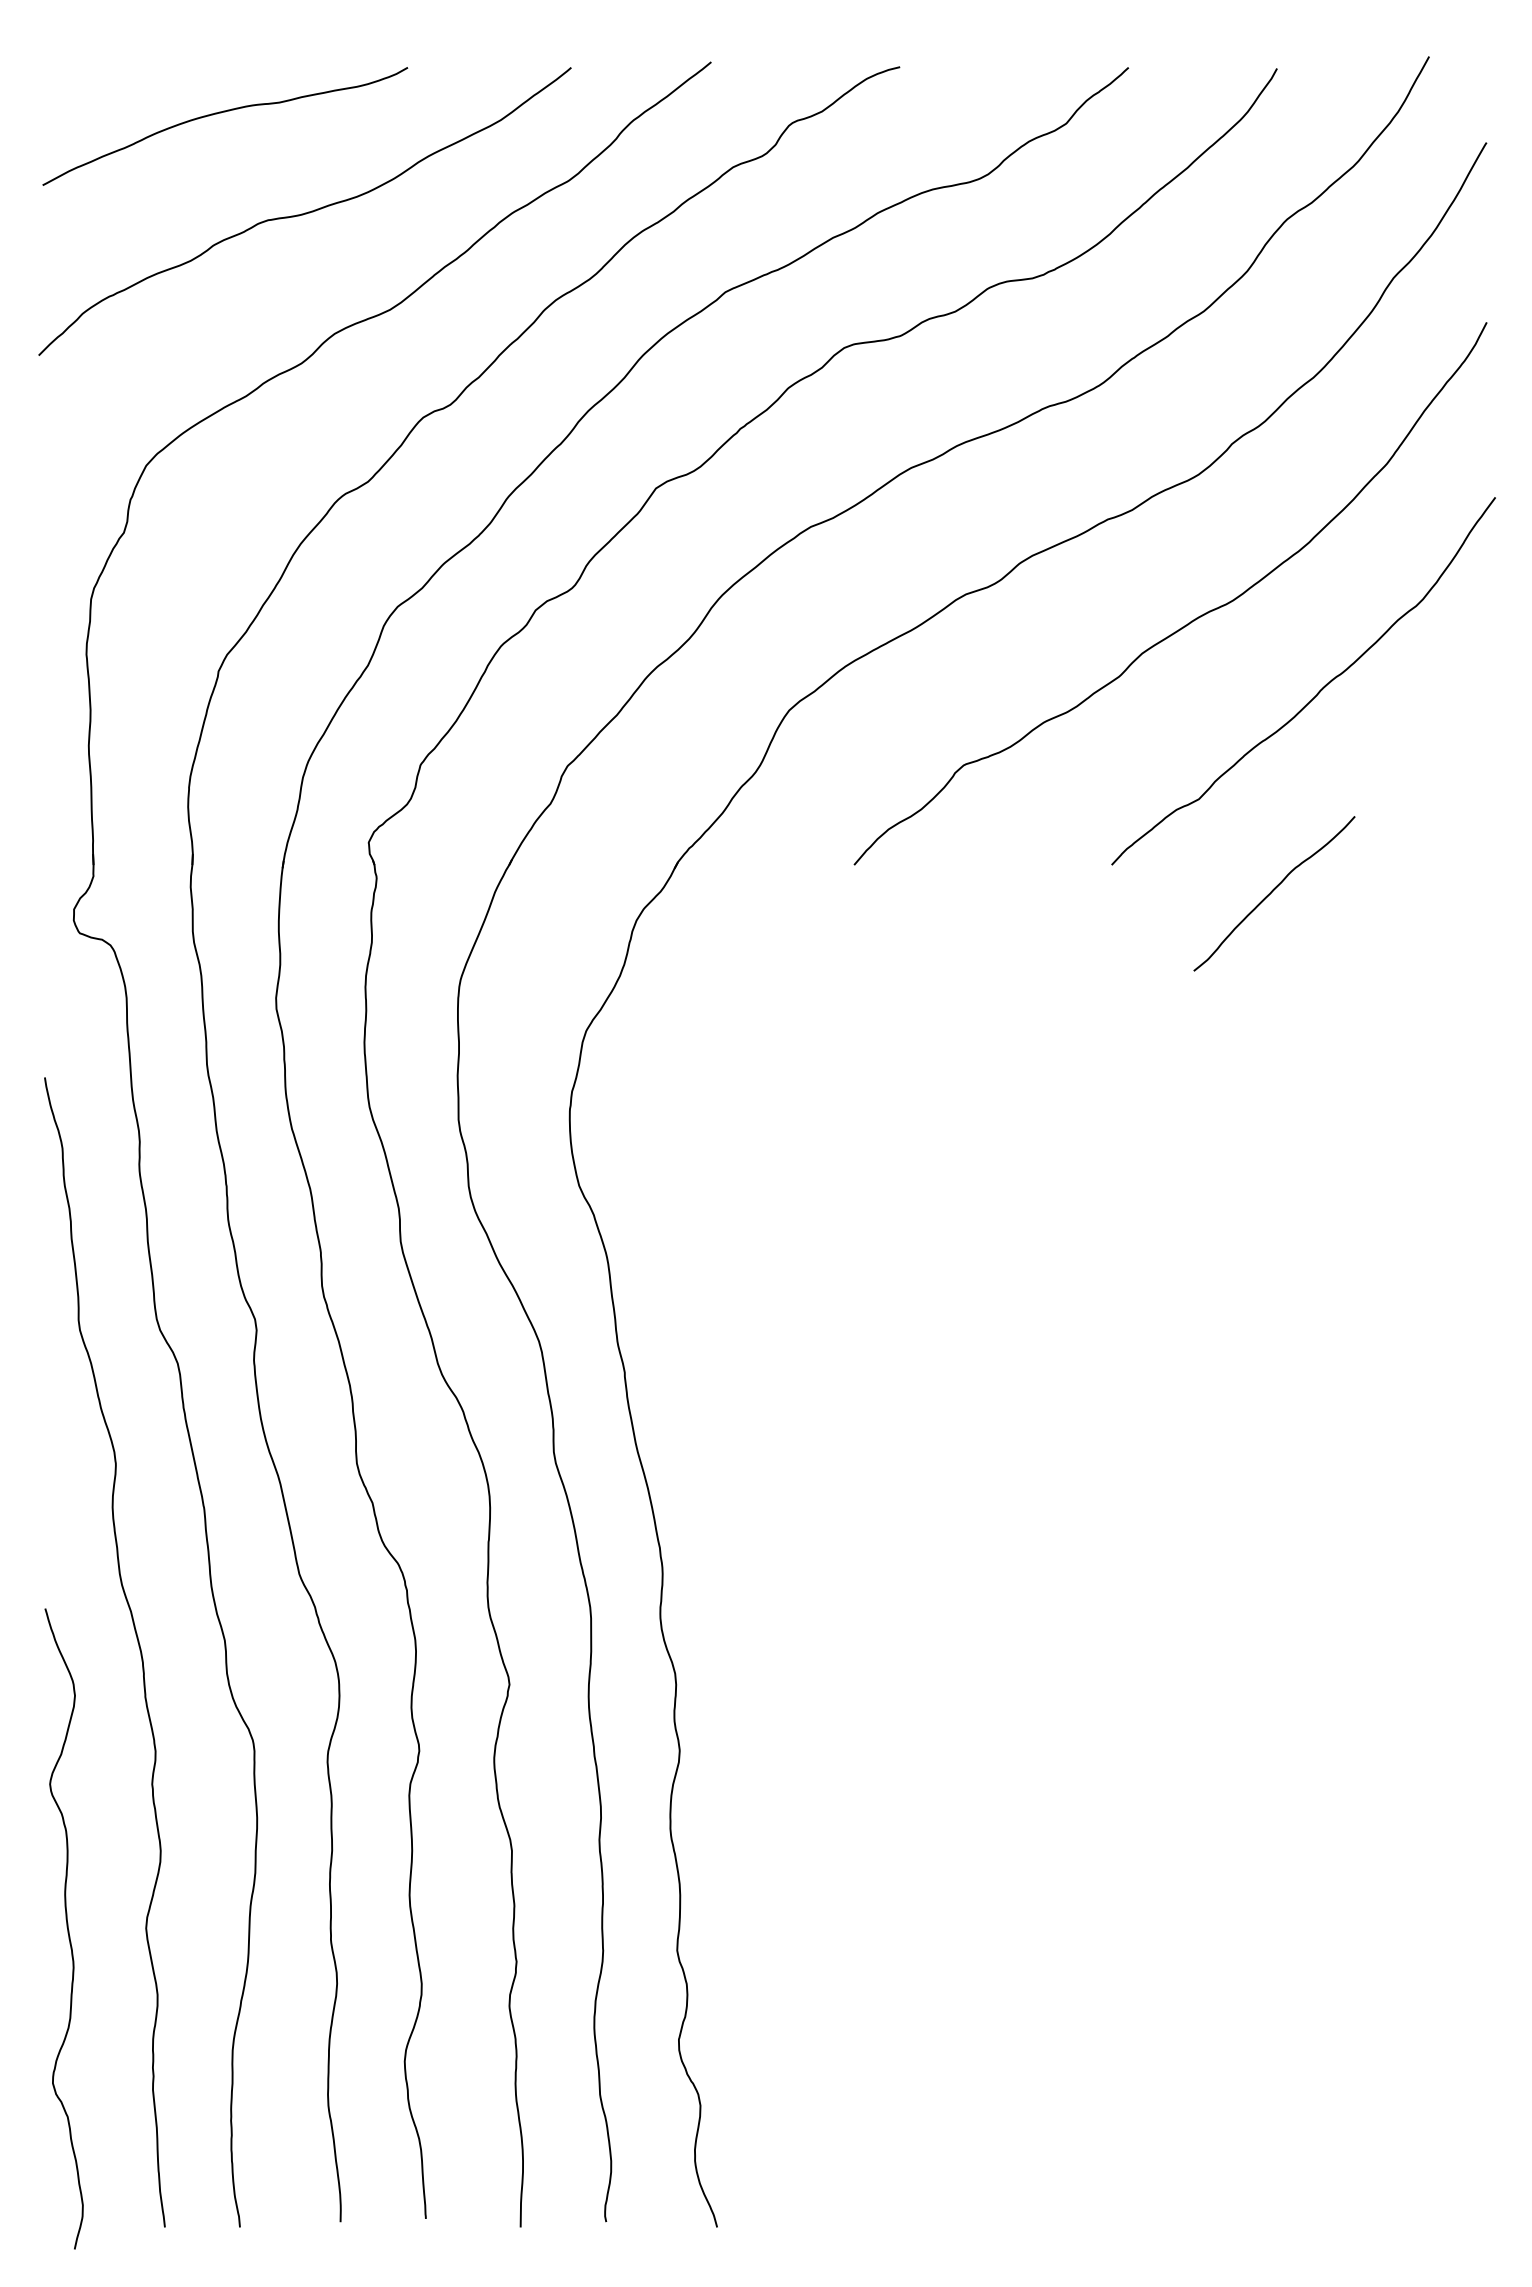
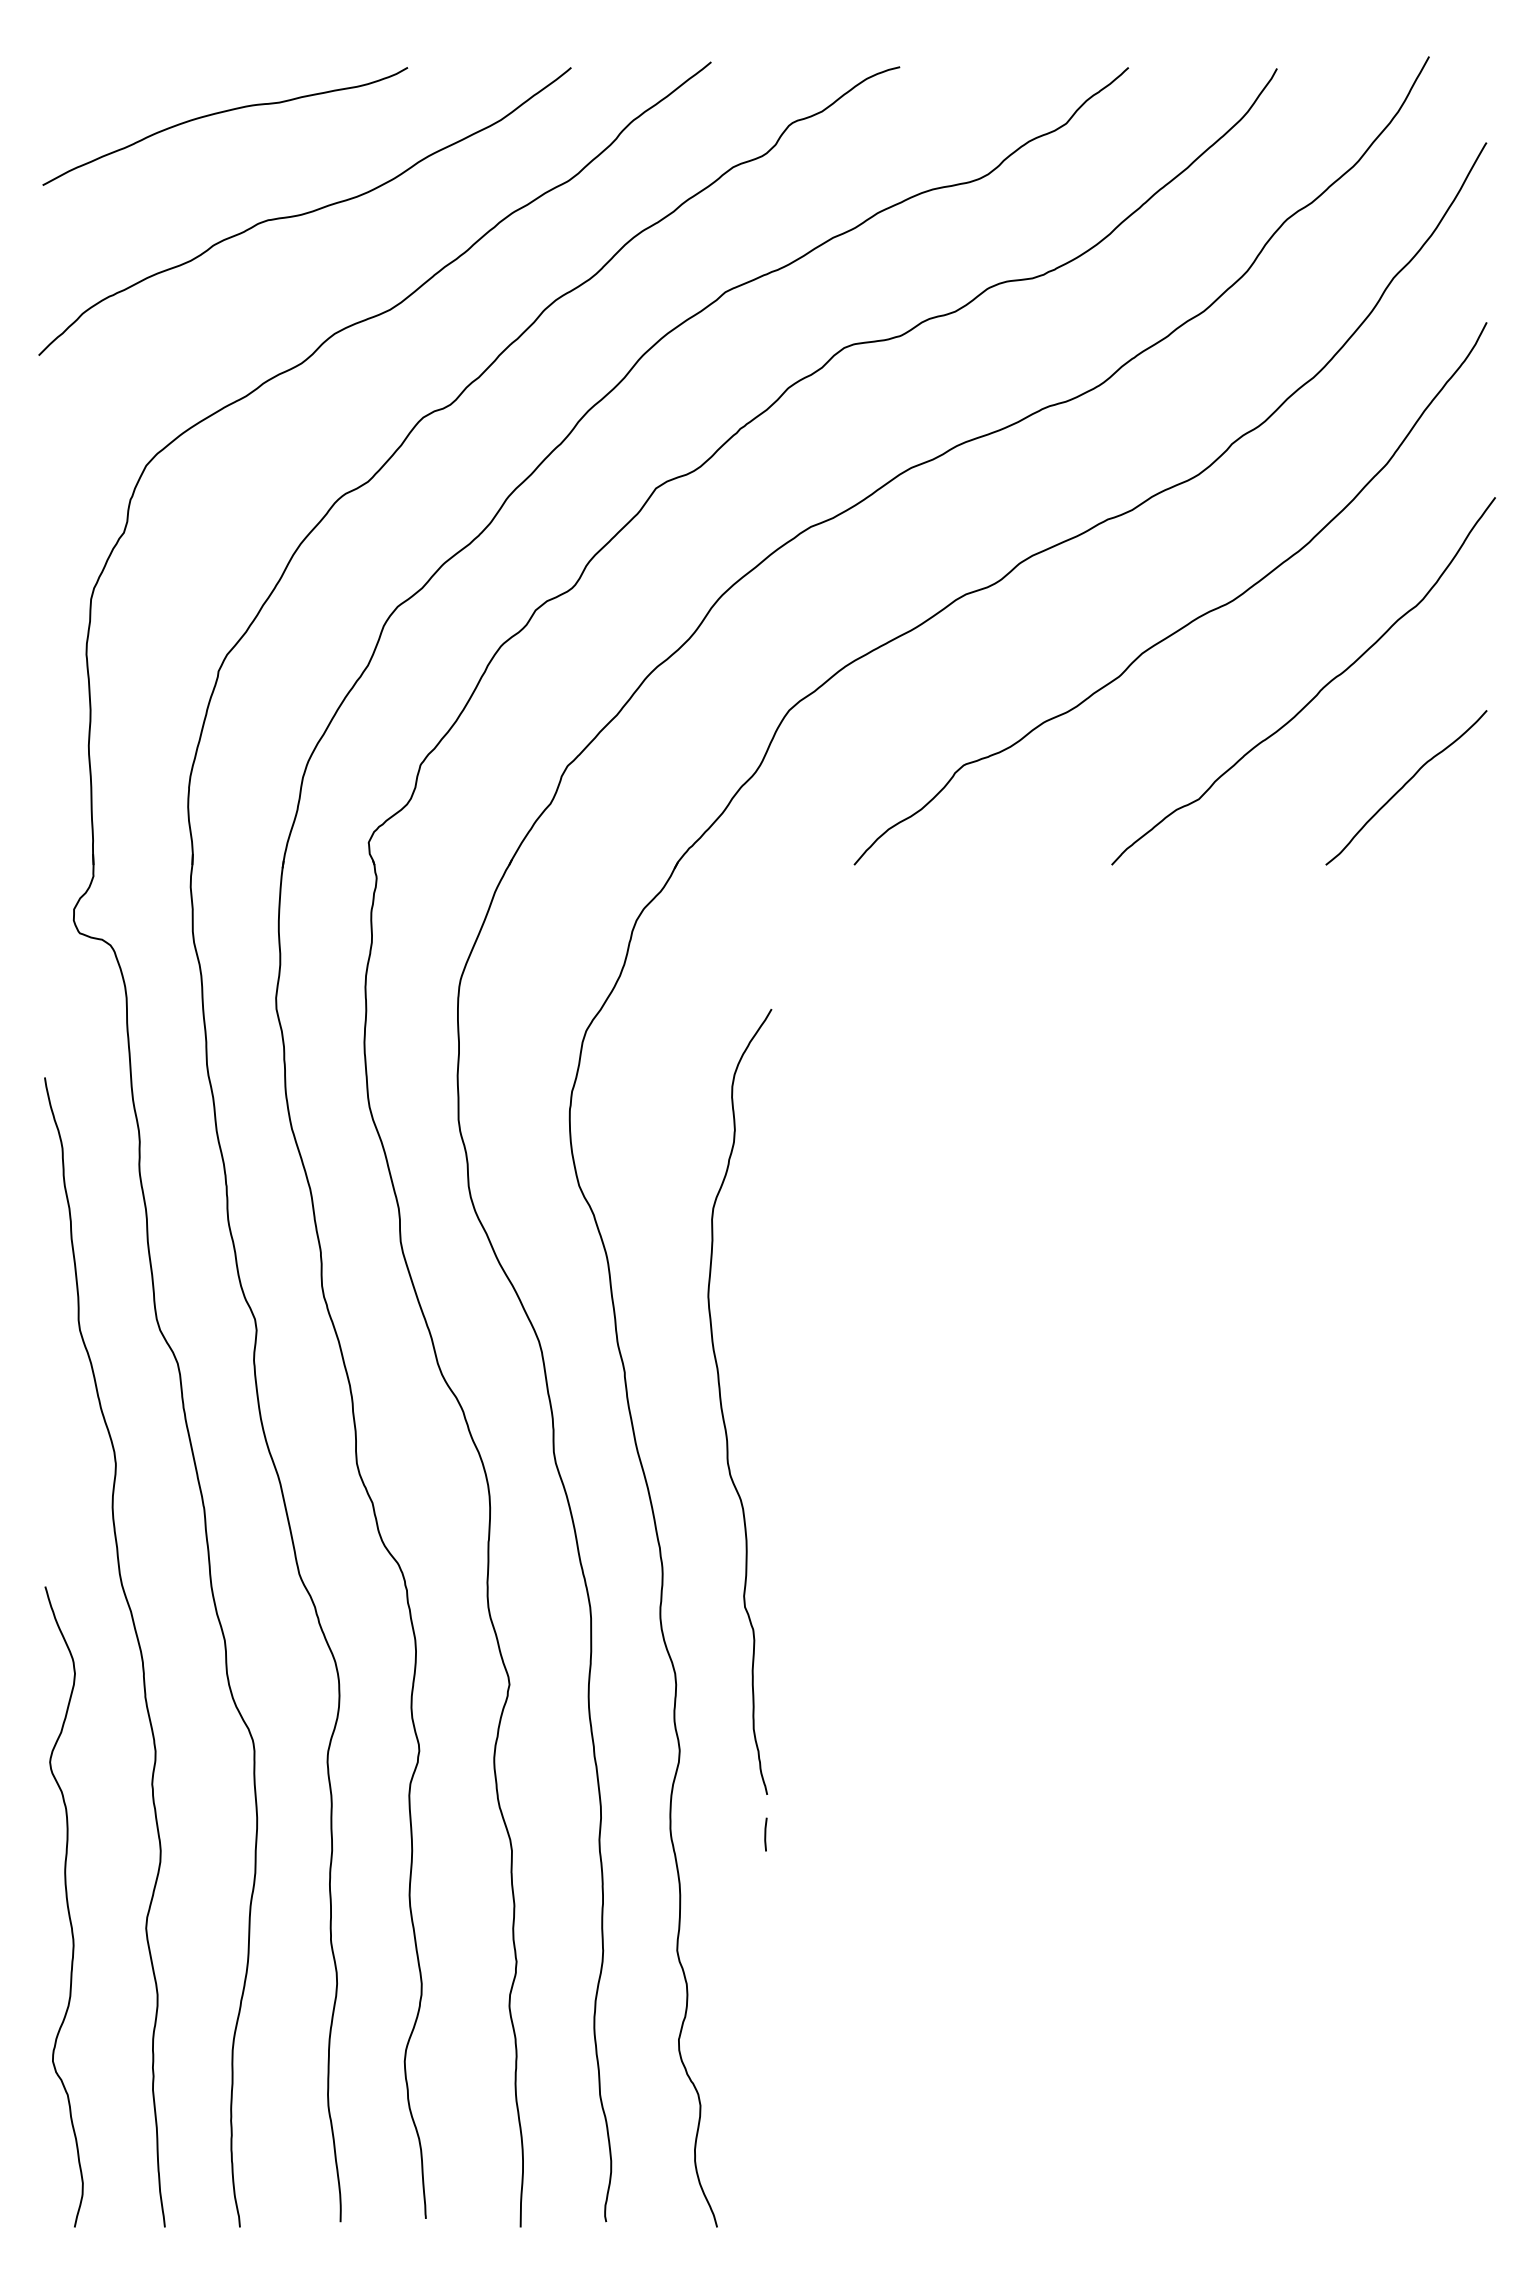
curve at (1273, 891) position: (1273, 891) -> (1405, 785)
curve at (722, 1405): none -> present
line at (765, 1834): none -> present
curve at (66, 1927) position: (66, 1927) -> (66, 1905)
